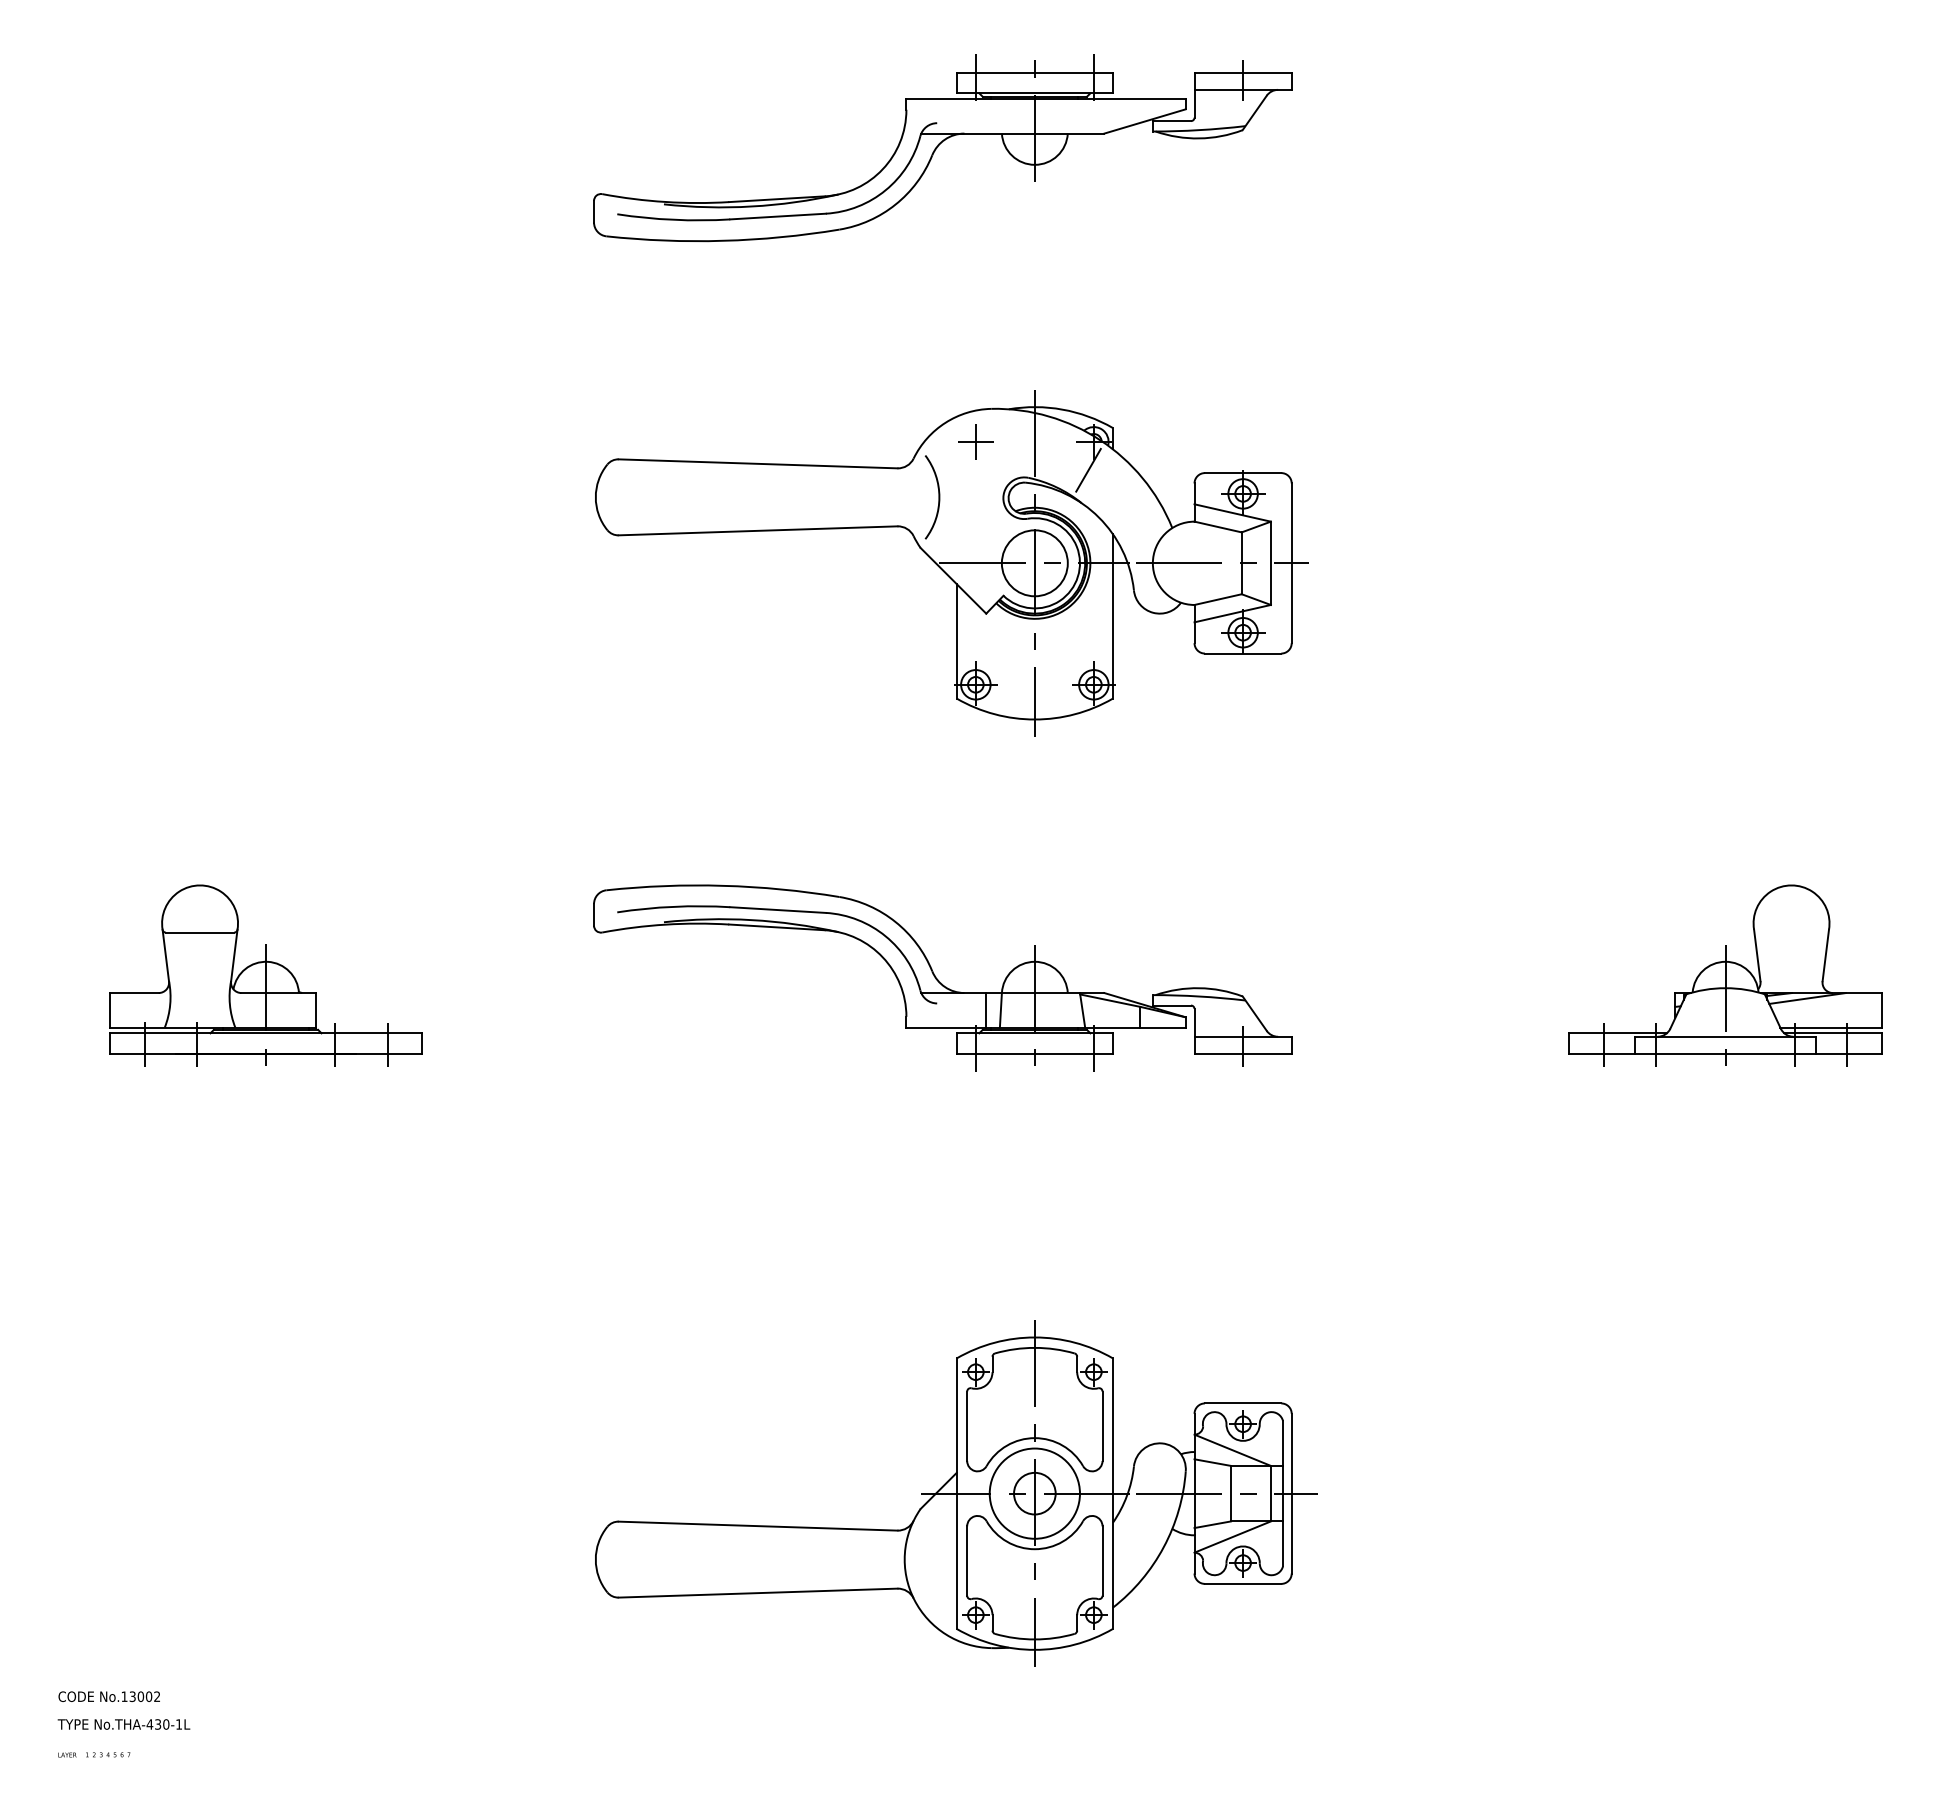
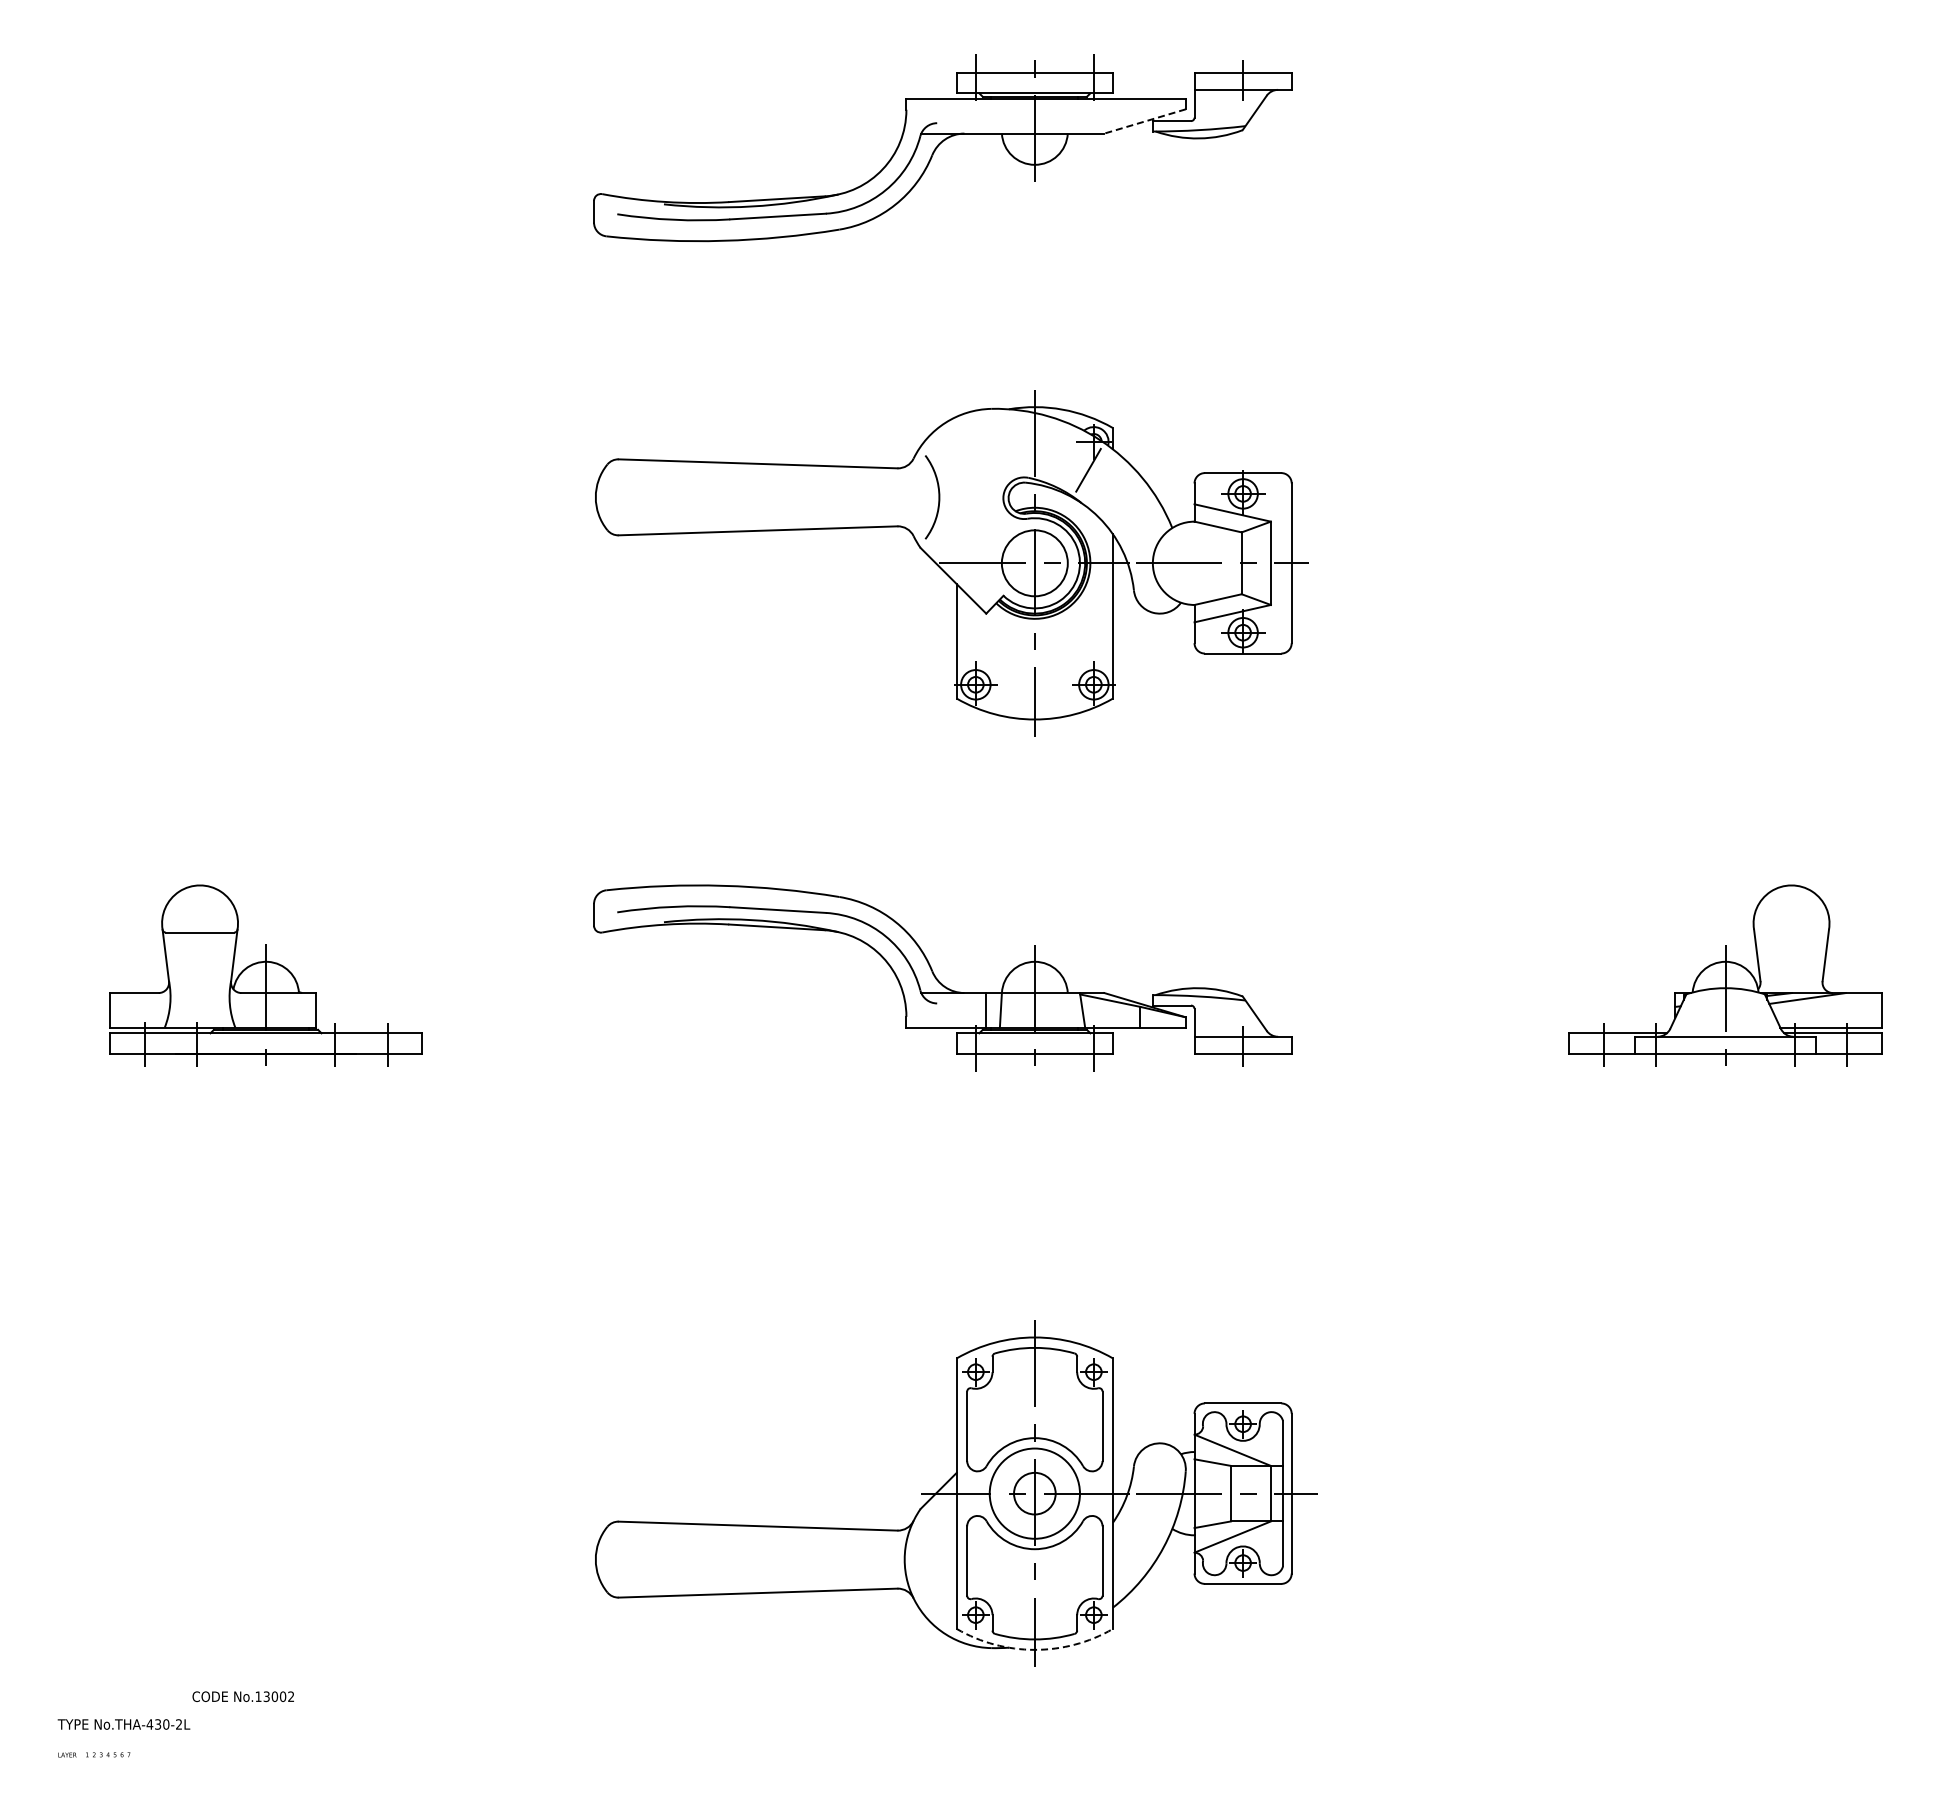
line at (1145, 121): solid -> dashed
part at (975, 441): present -> none
arc at (1034, 1649): solid -> dashed
text at (108, 1696) position: (108, 1696) -> (242, 1696)
text at (178, 1724): No.THA-430-1L -> No.THA-430-2L
